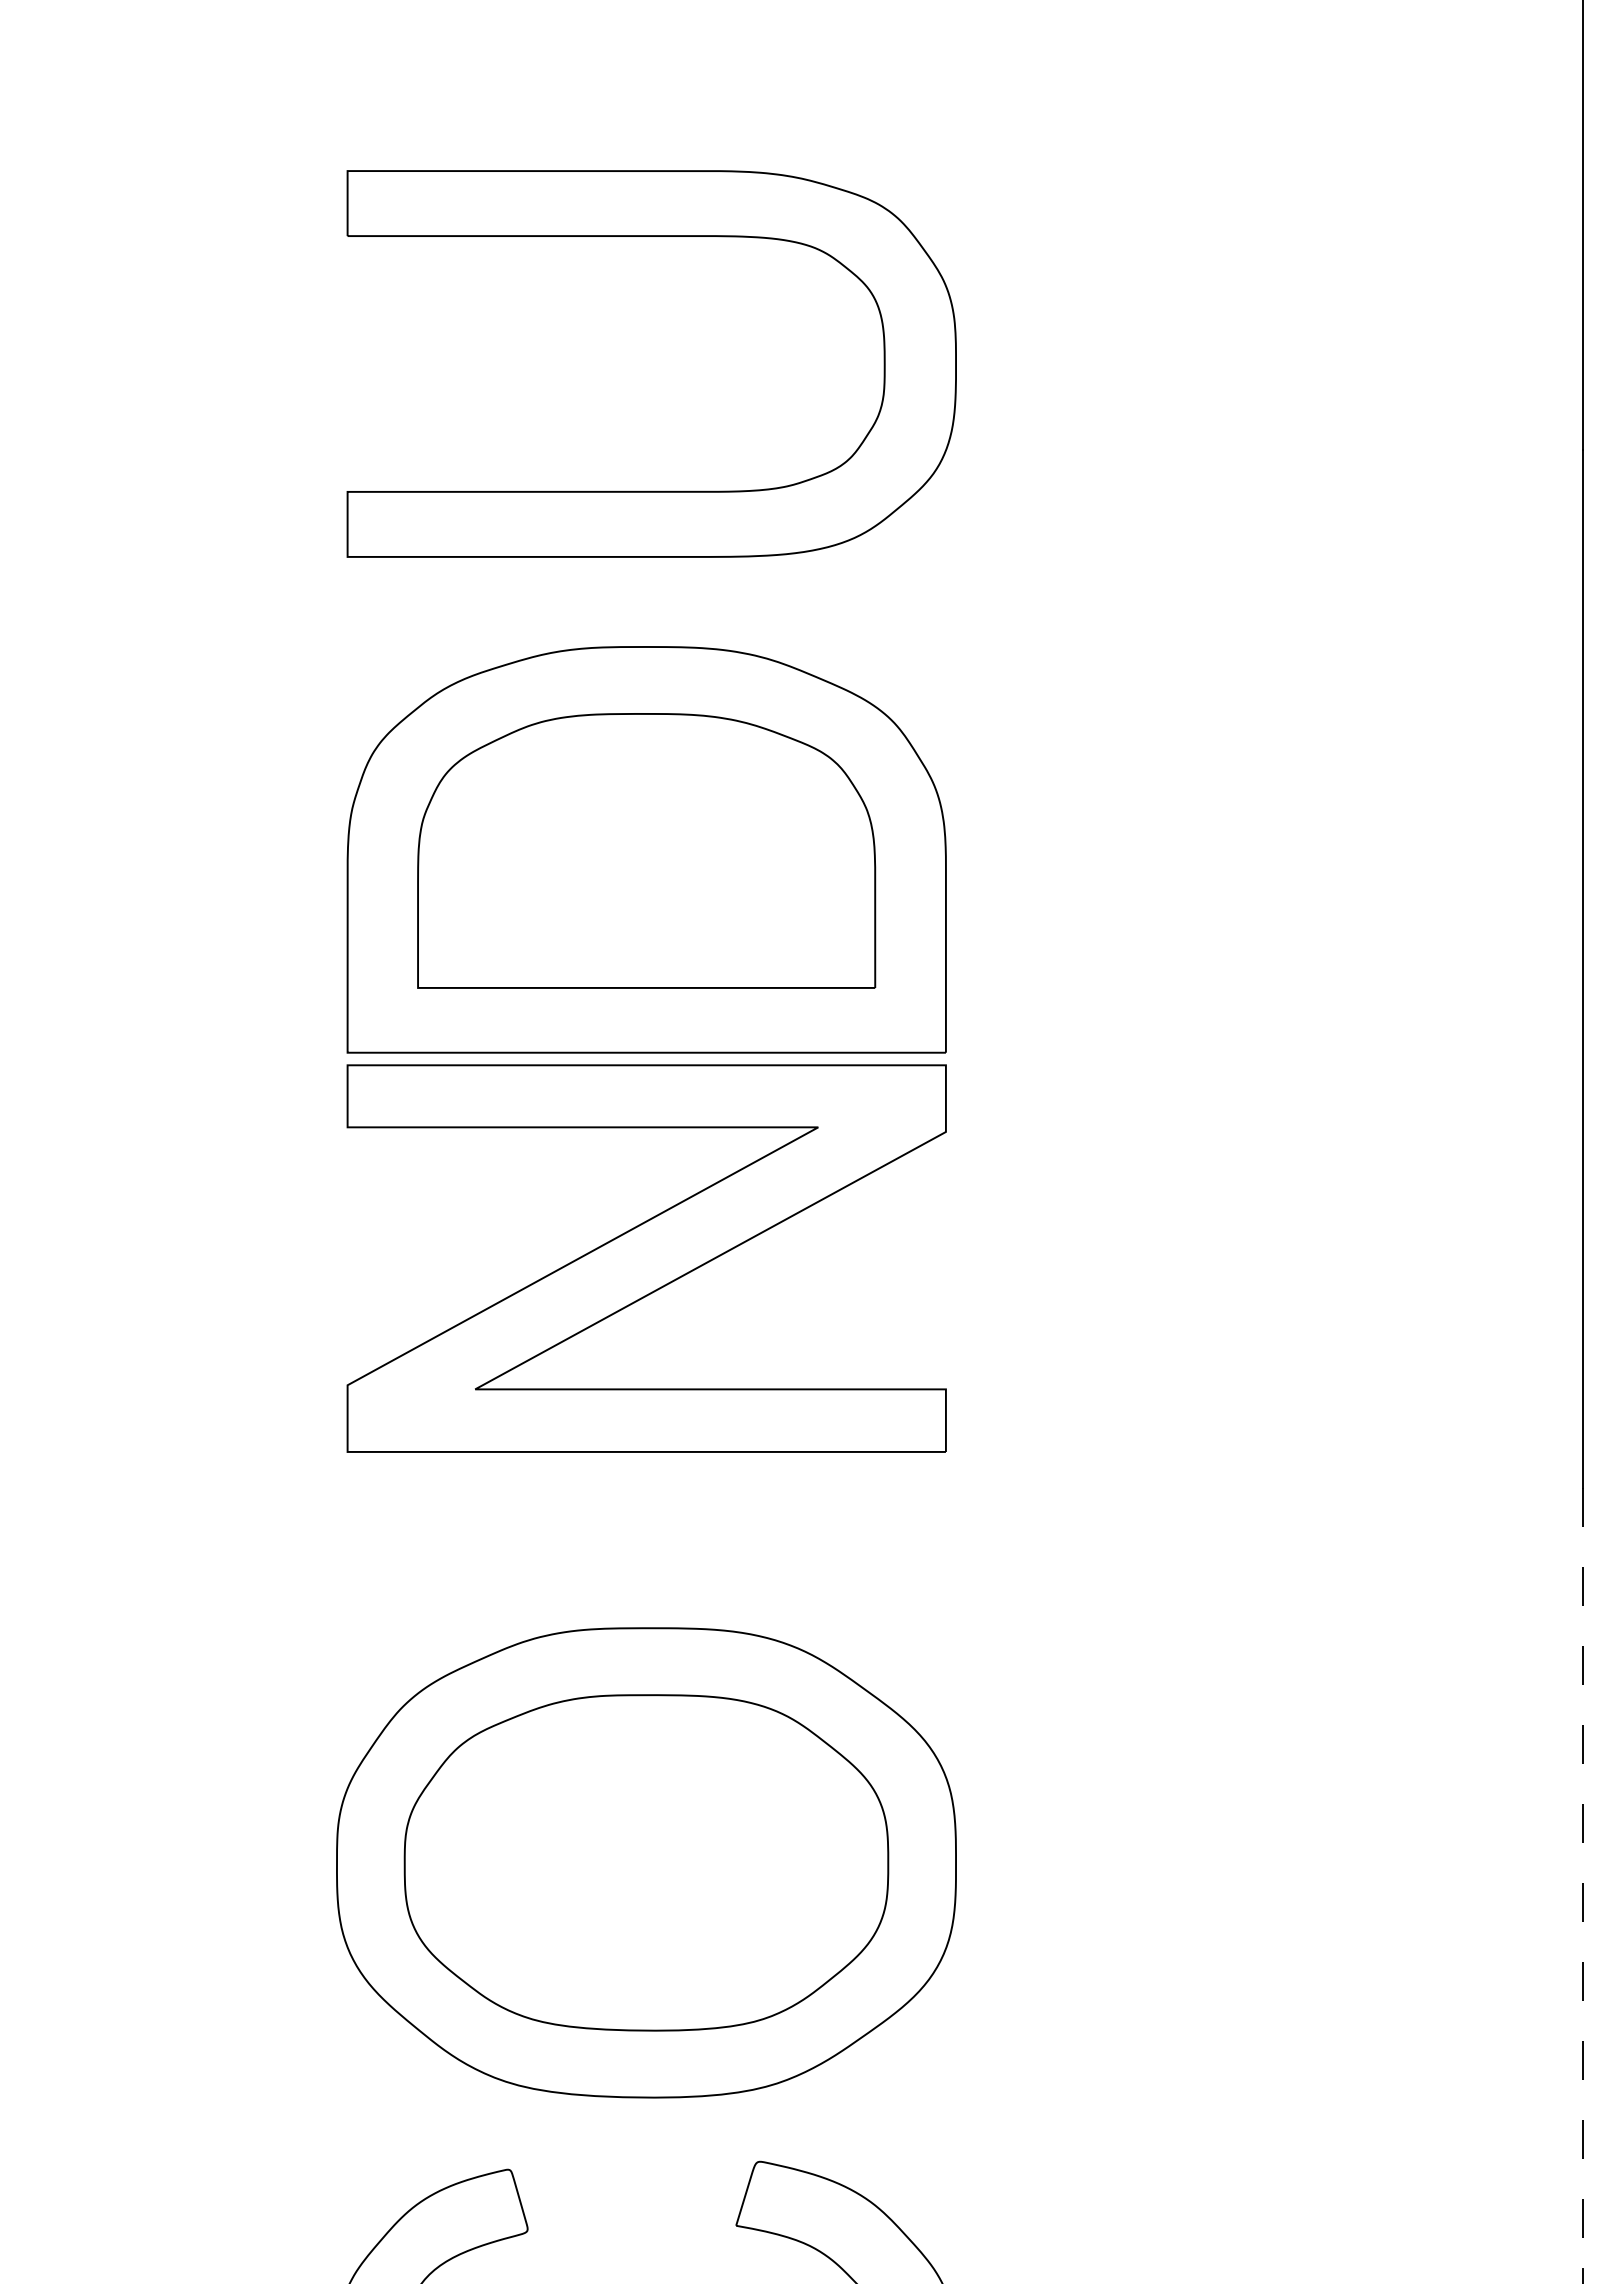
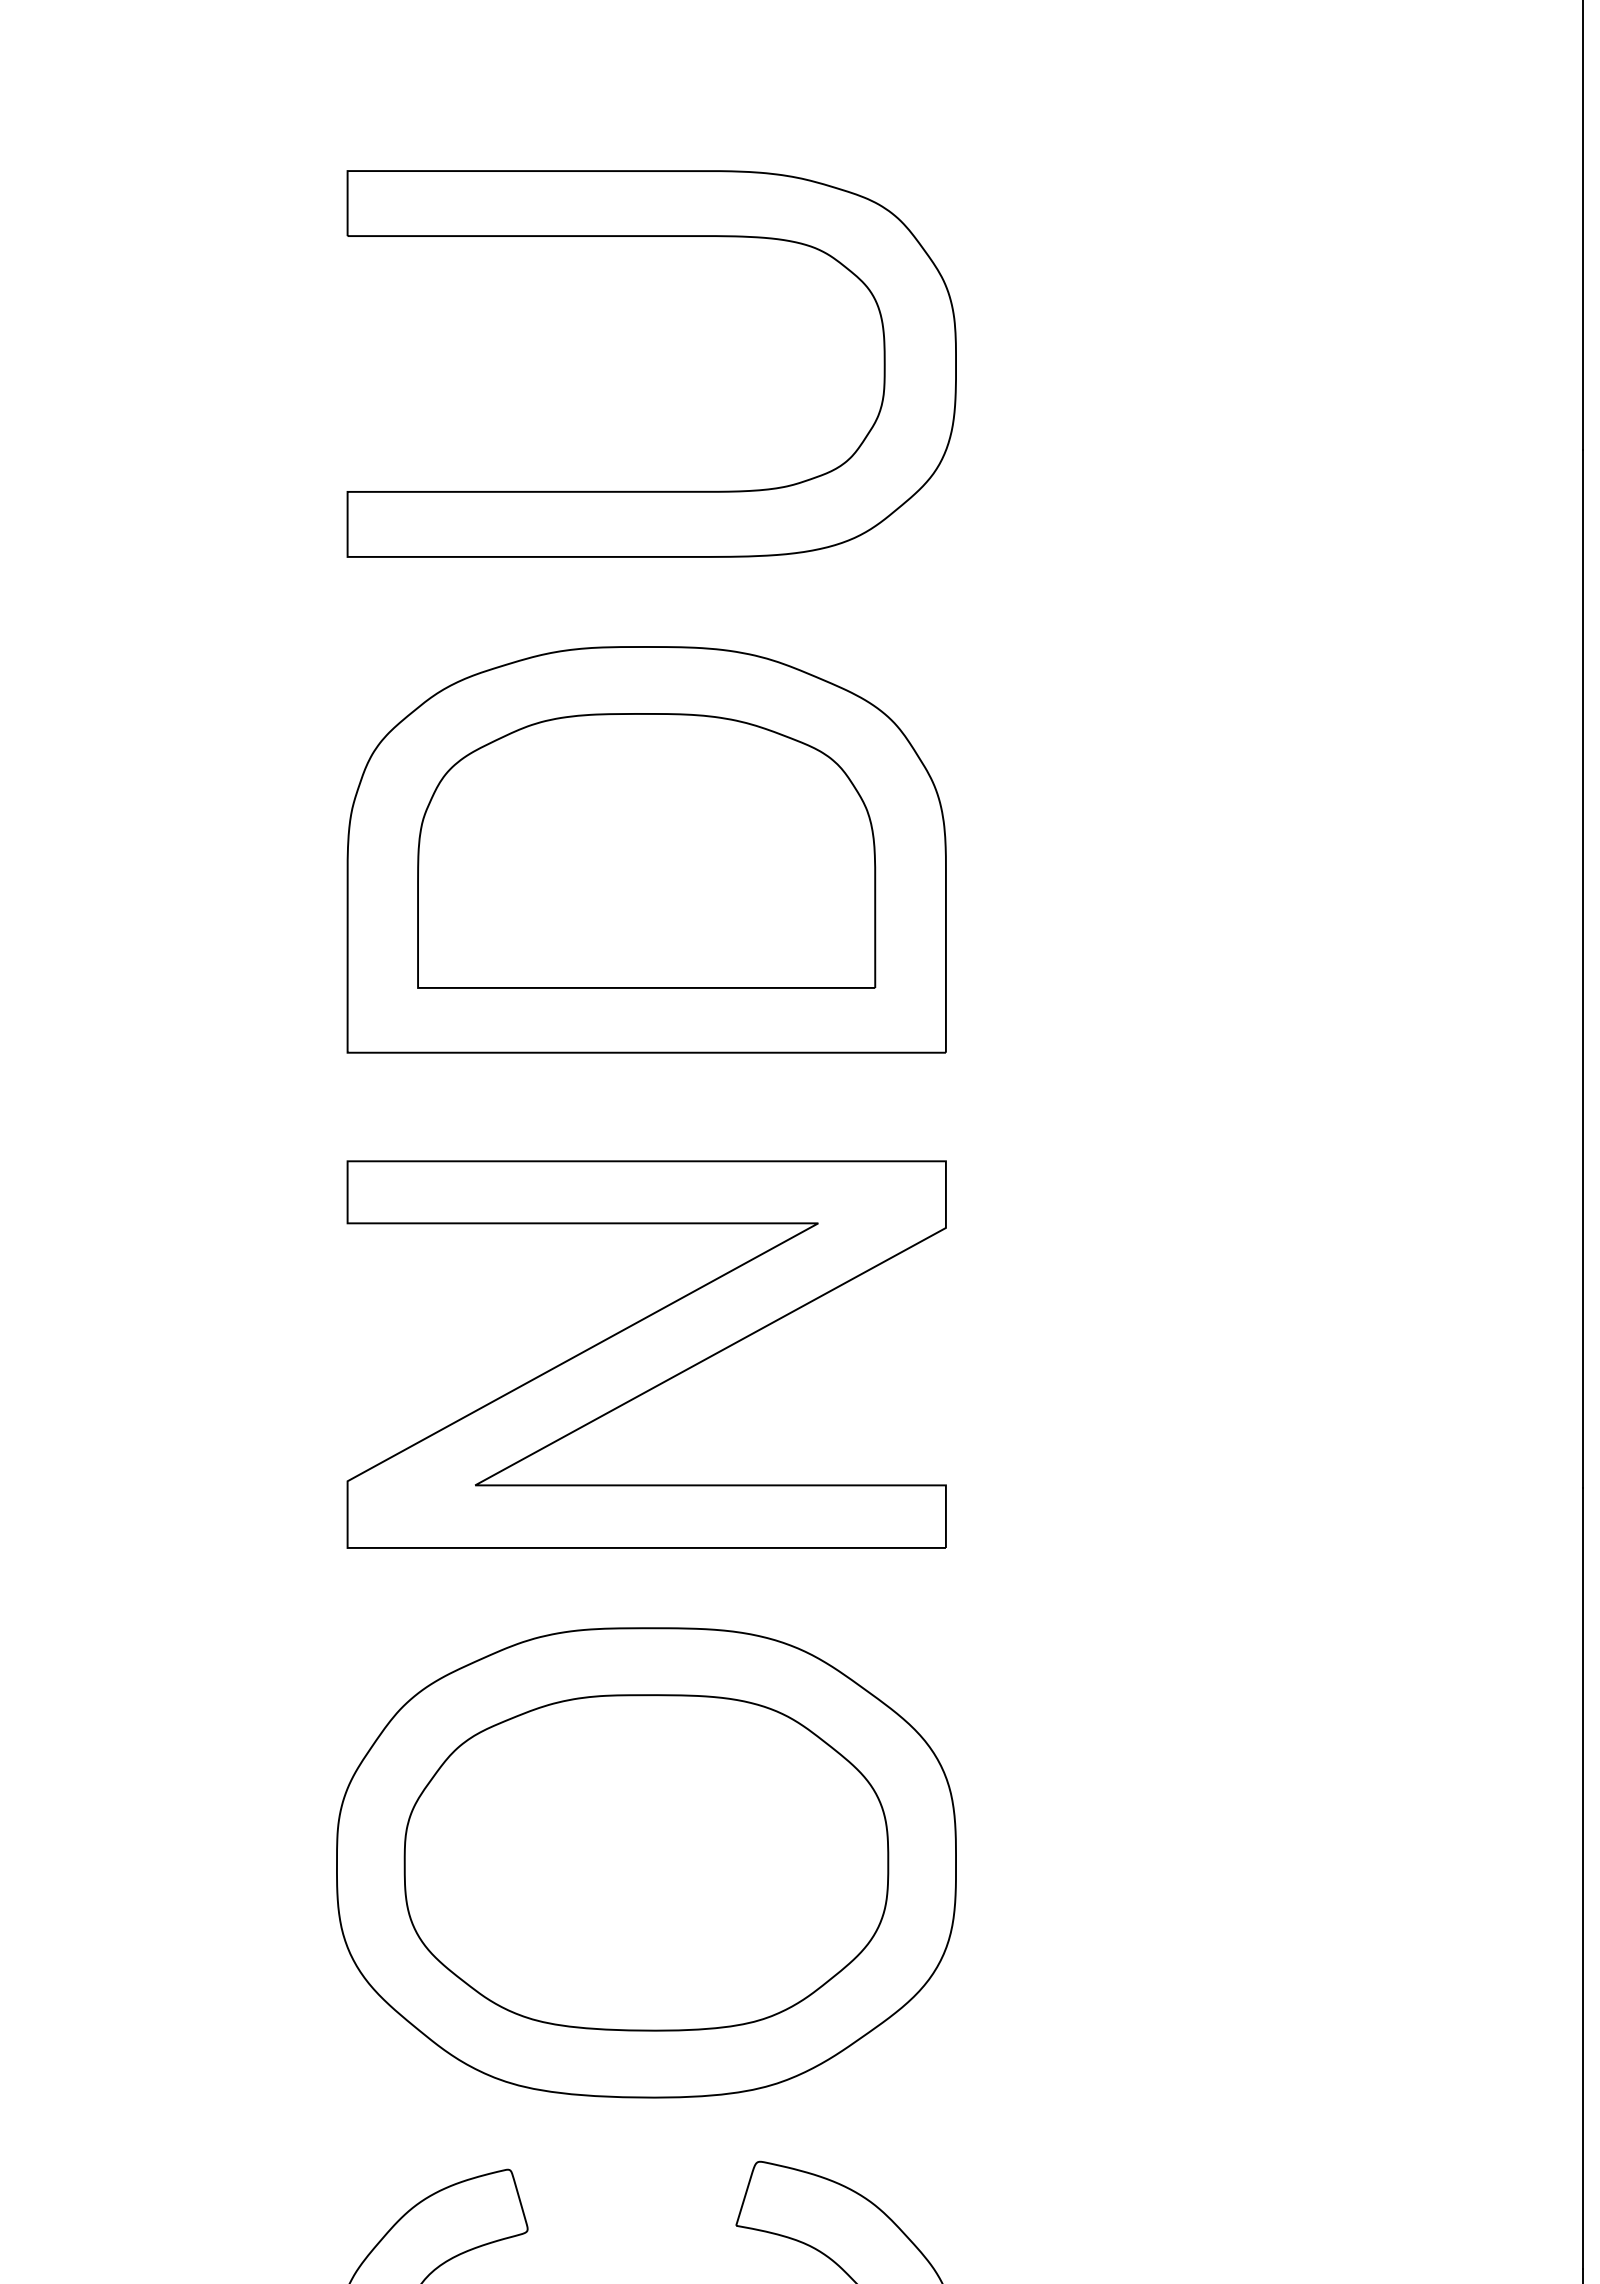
part at (646, 1258) position: (646, 1258) -> (646, 1354)
line at (1582, 1878): dashed -> solid
